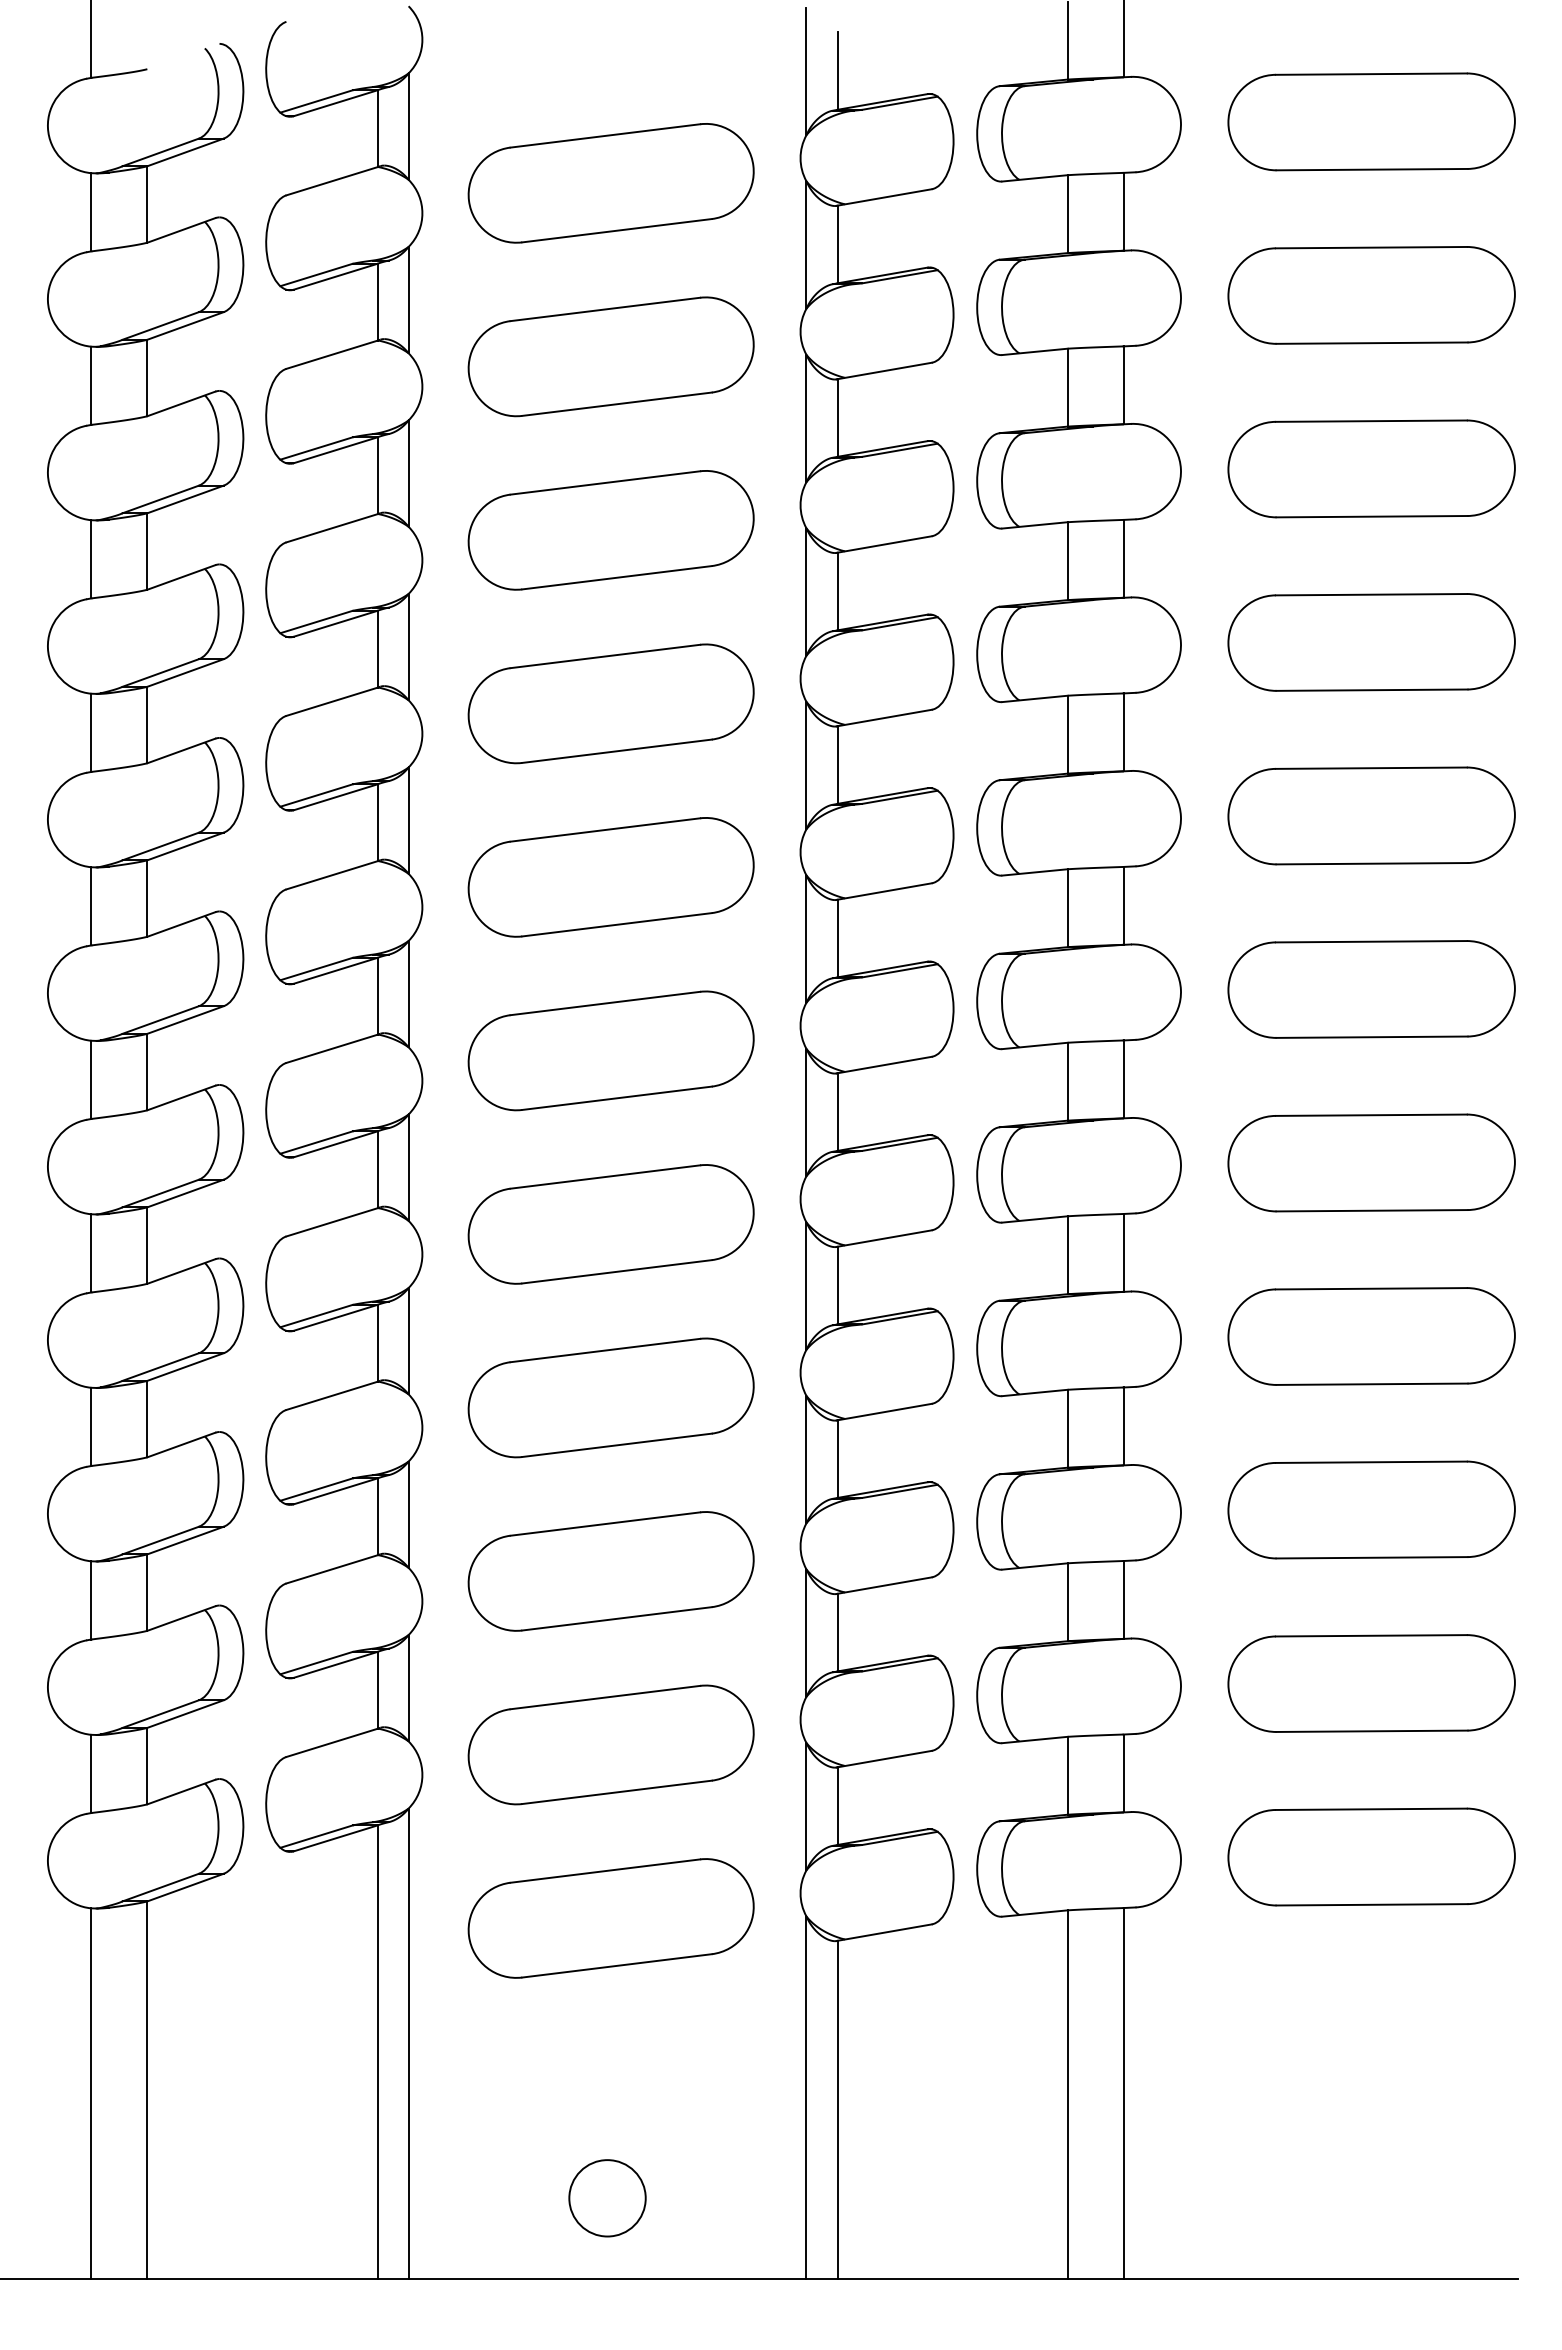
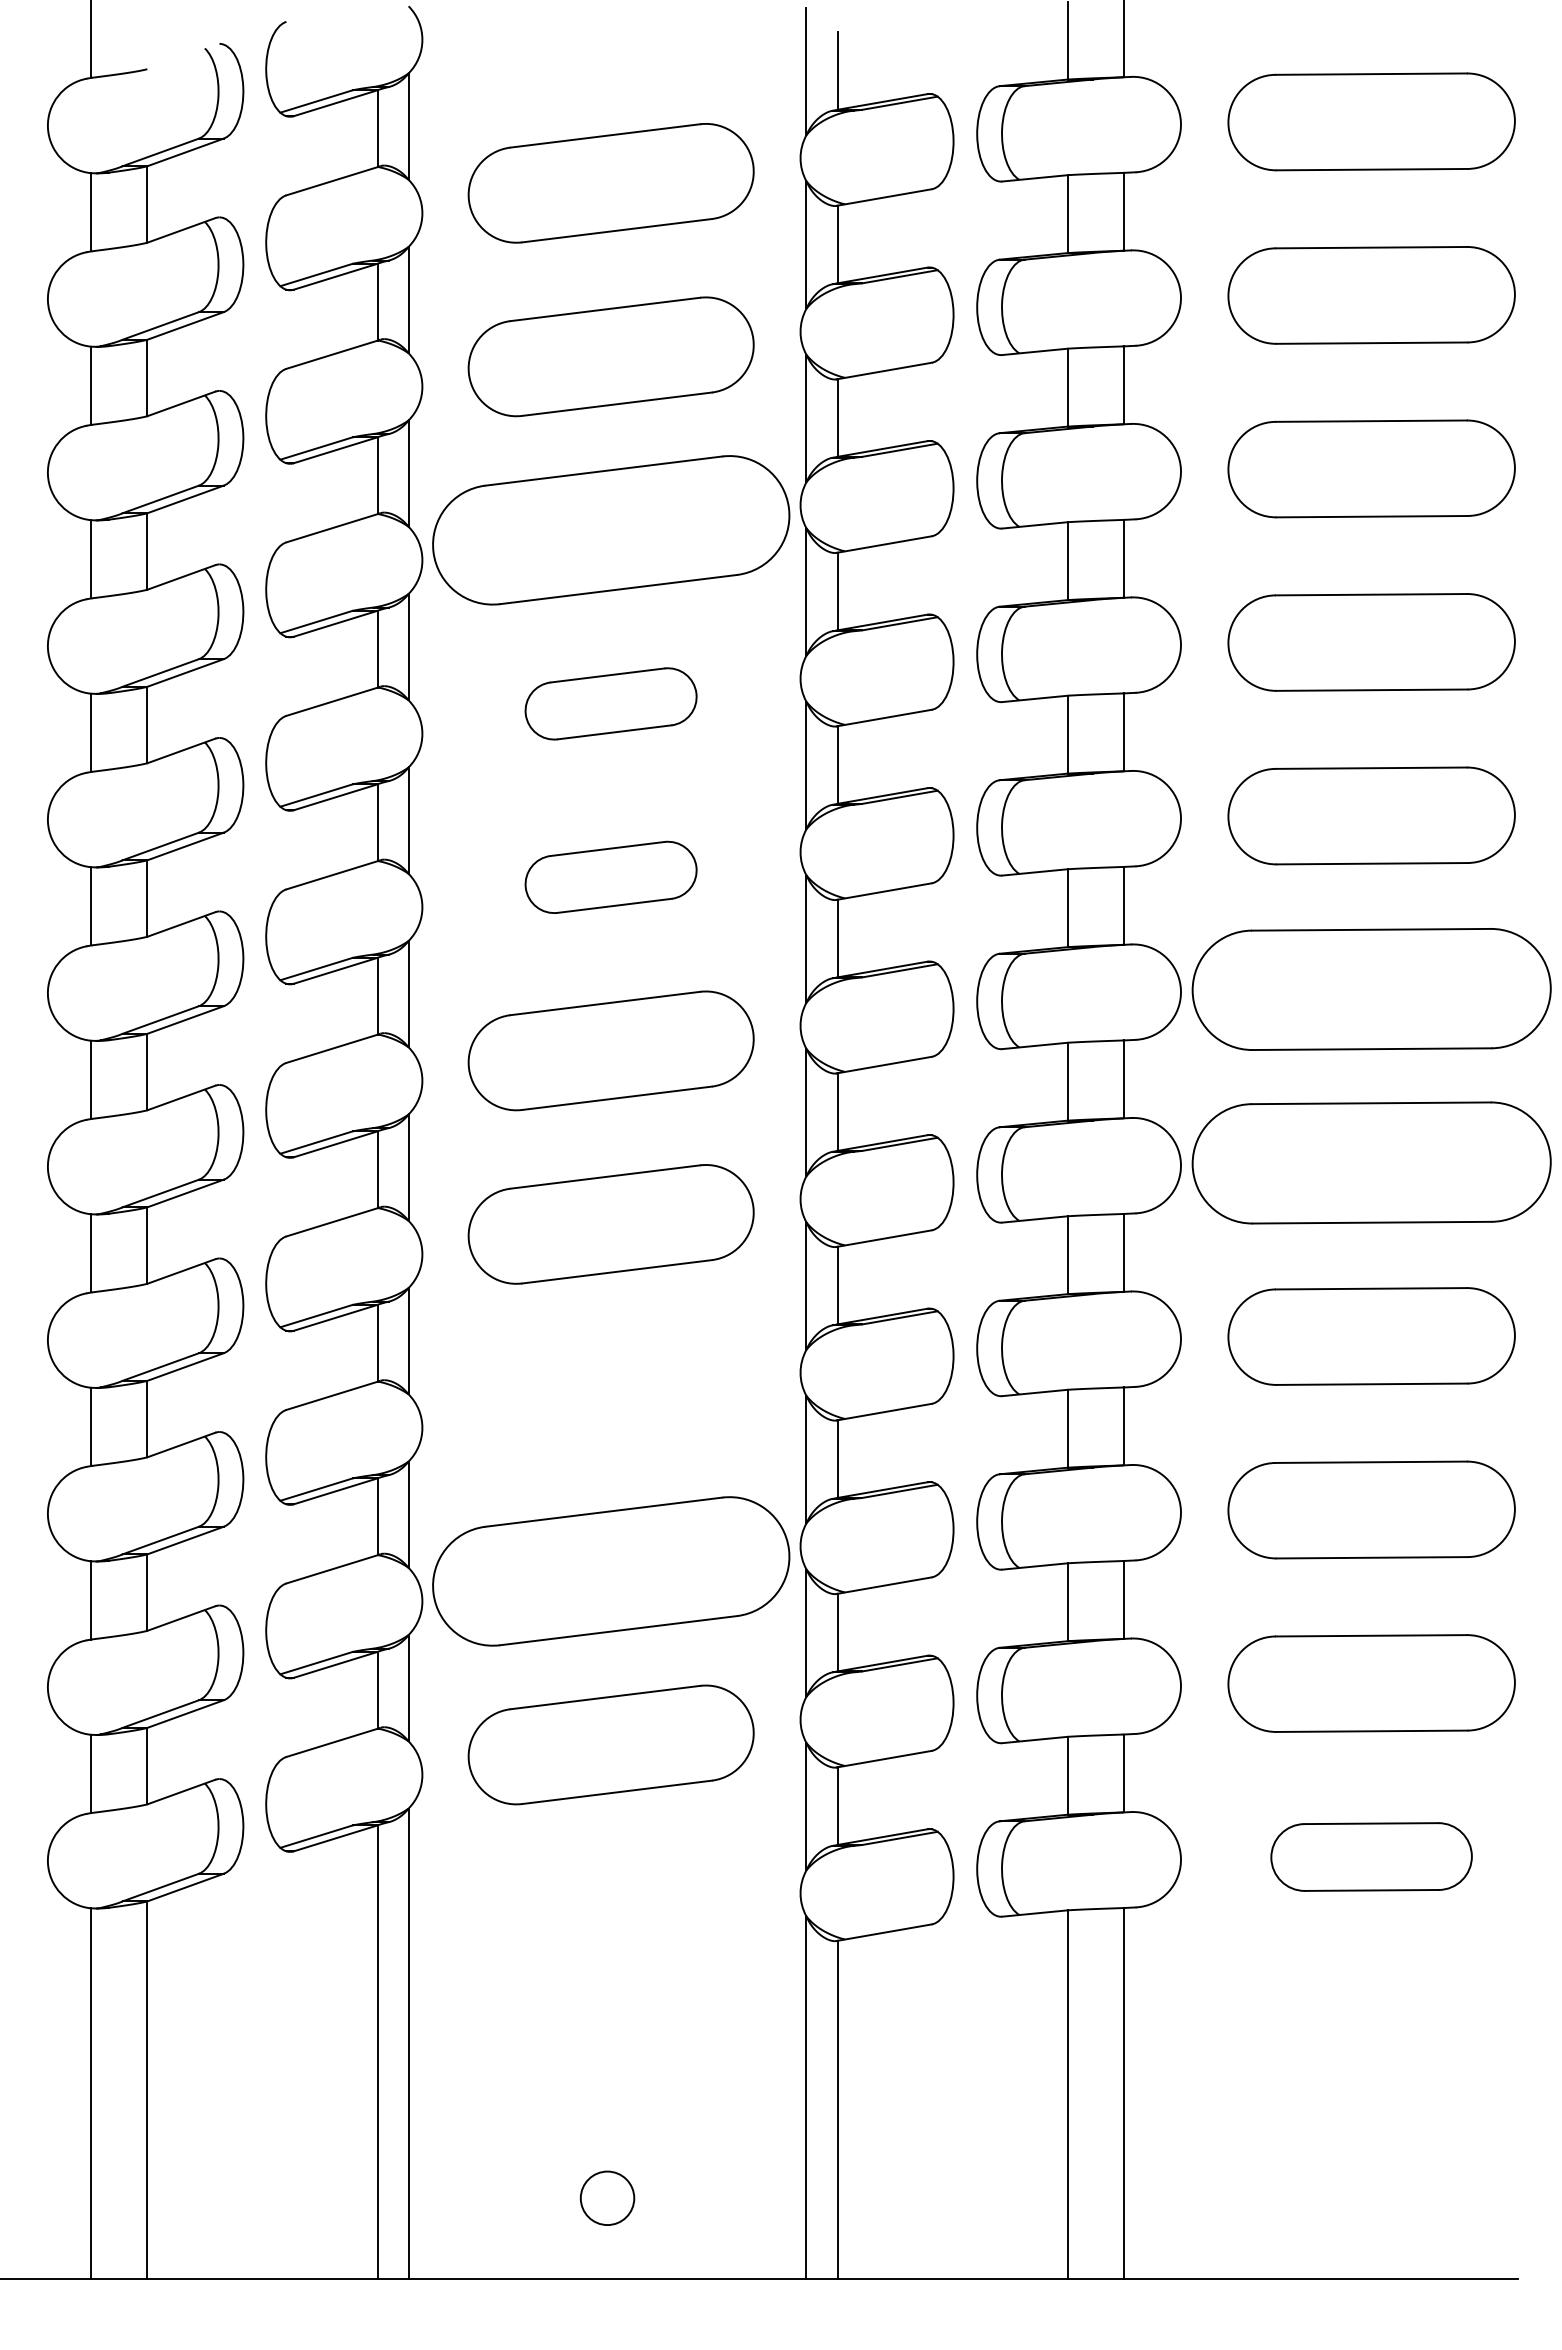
part at (610, 530) size: 288x121 px -> 359x151 px
part at (610, 703) size: 288x122 px -> 174x74 px
part at (610, 877) size: 288x121 px -> 174x74 px
part at (1371, 989) size: 289x99 px -> 361x123 px
part at (1371, 1162) size: 289x100 px -> 361x124 px
part at (610, 1397): present -> none
part at (610, 1571) size: 288x121 px -> 359x151 px
part at (1371, 1856) size: 289x100 px -> 203x70 px
part at (610, 1918): present -> none
circle at (607, 2198) diameter: 76 px -> 53 px
